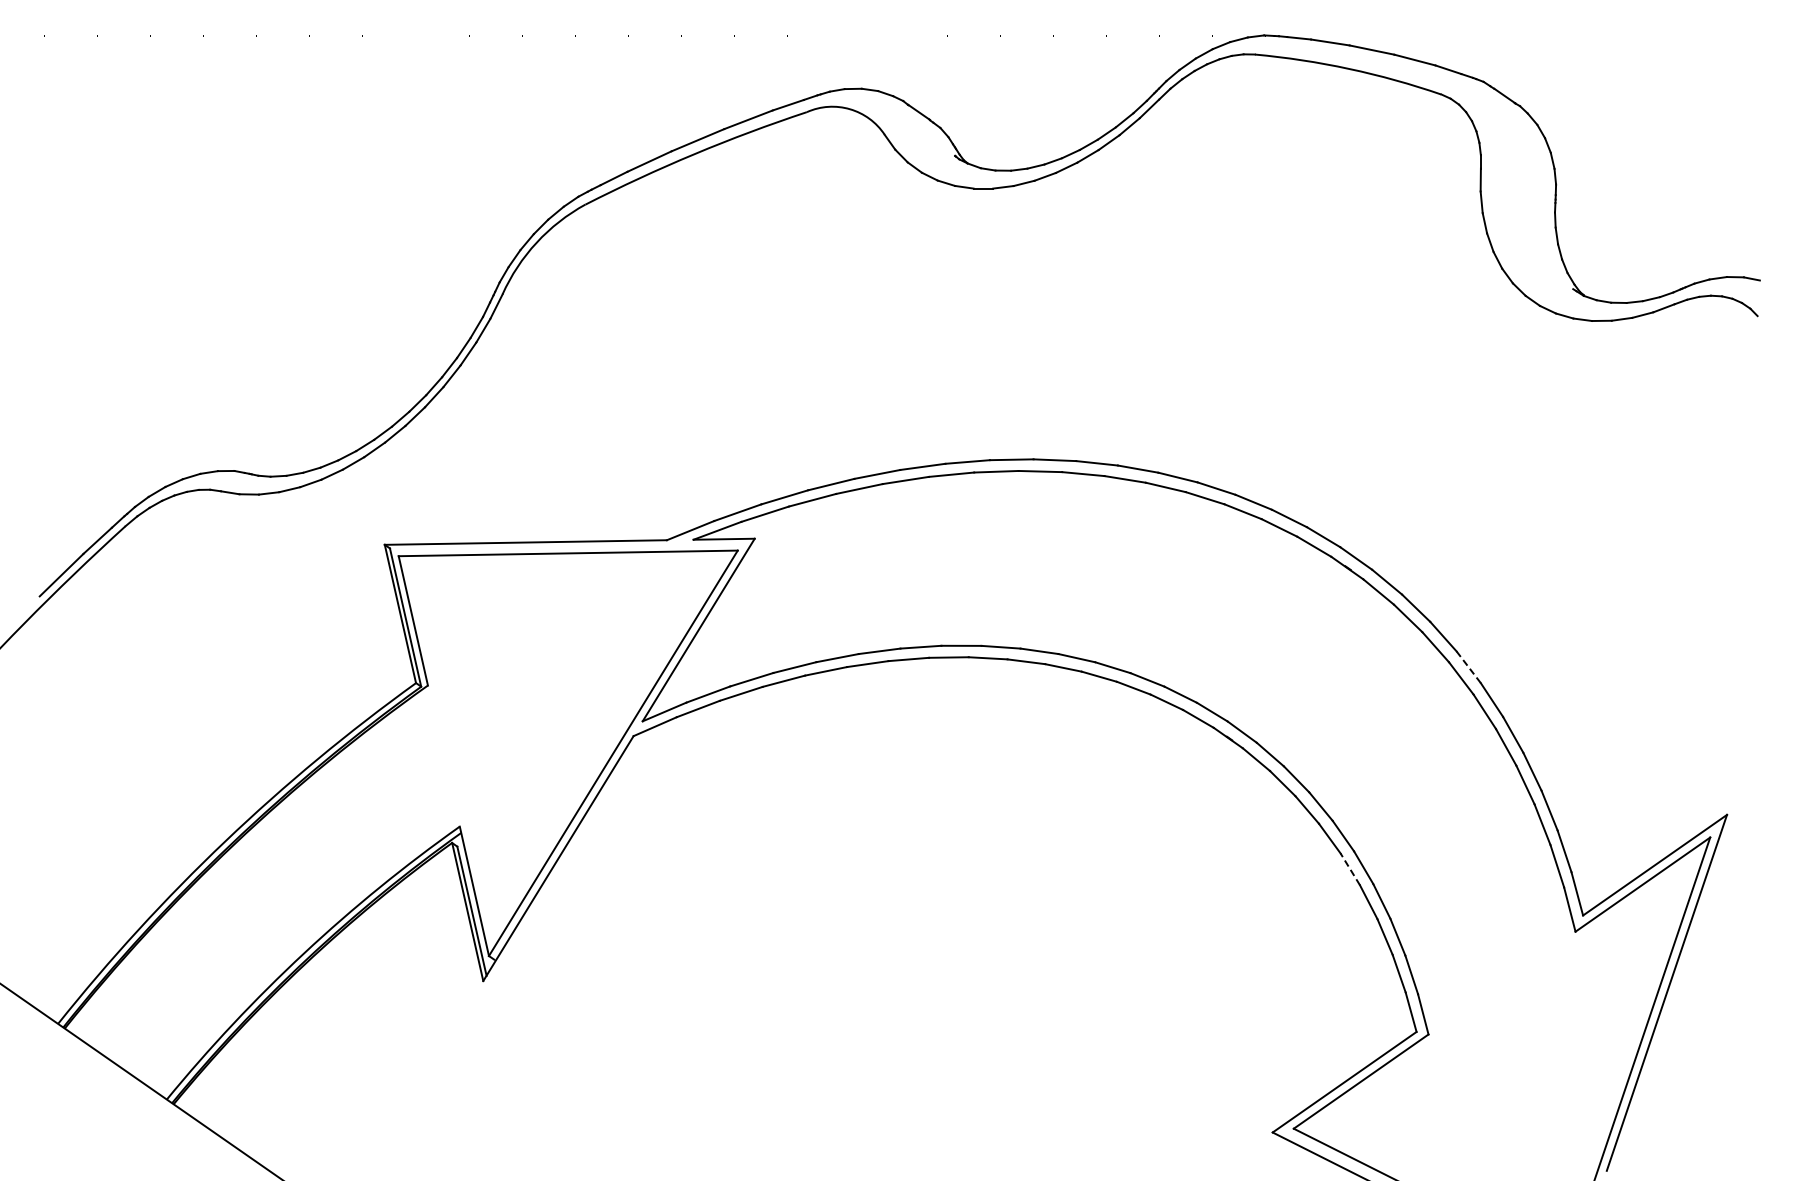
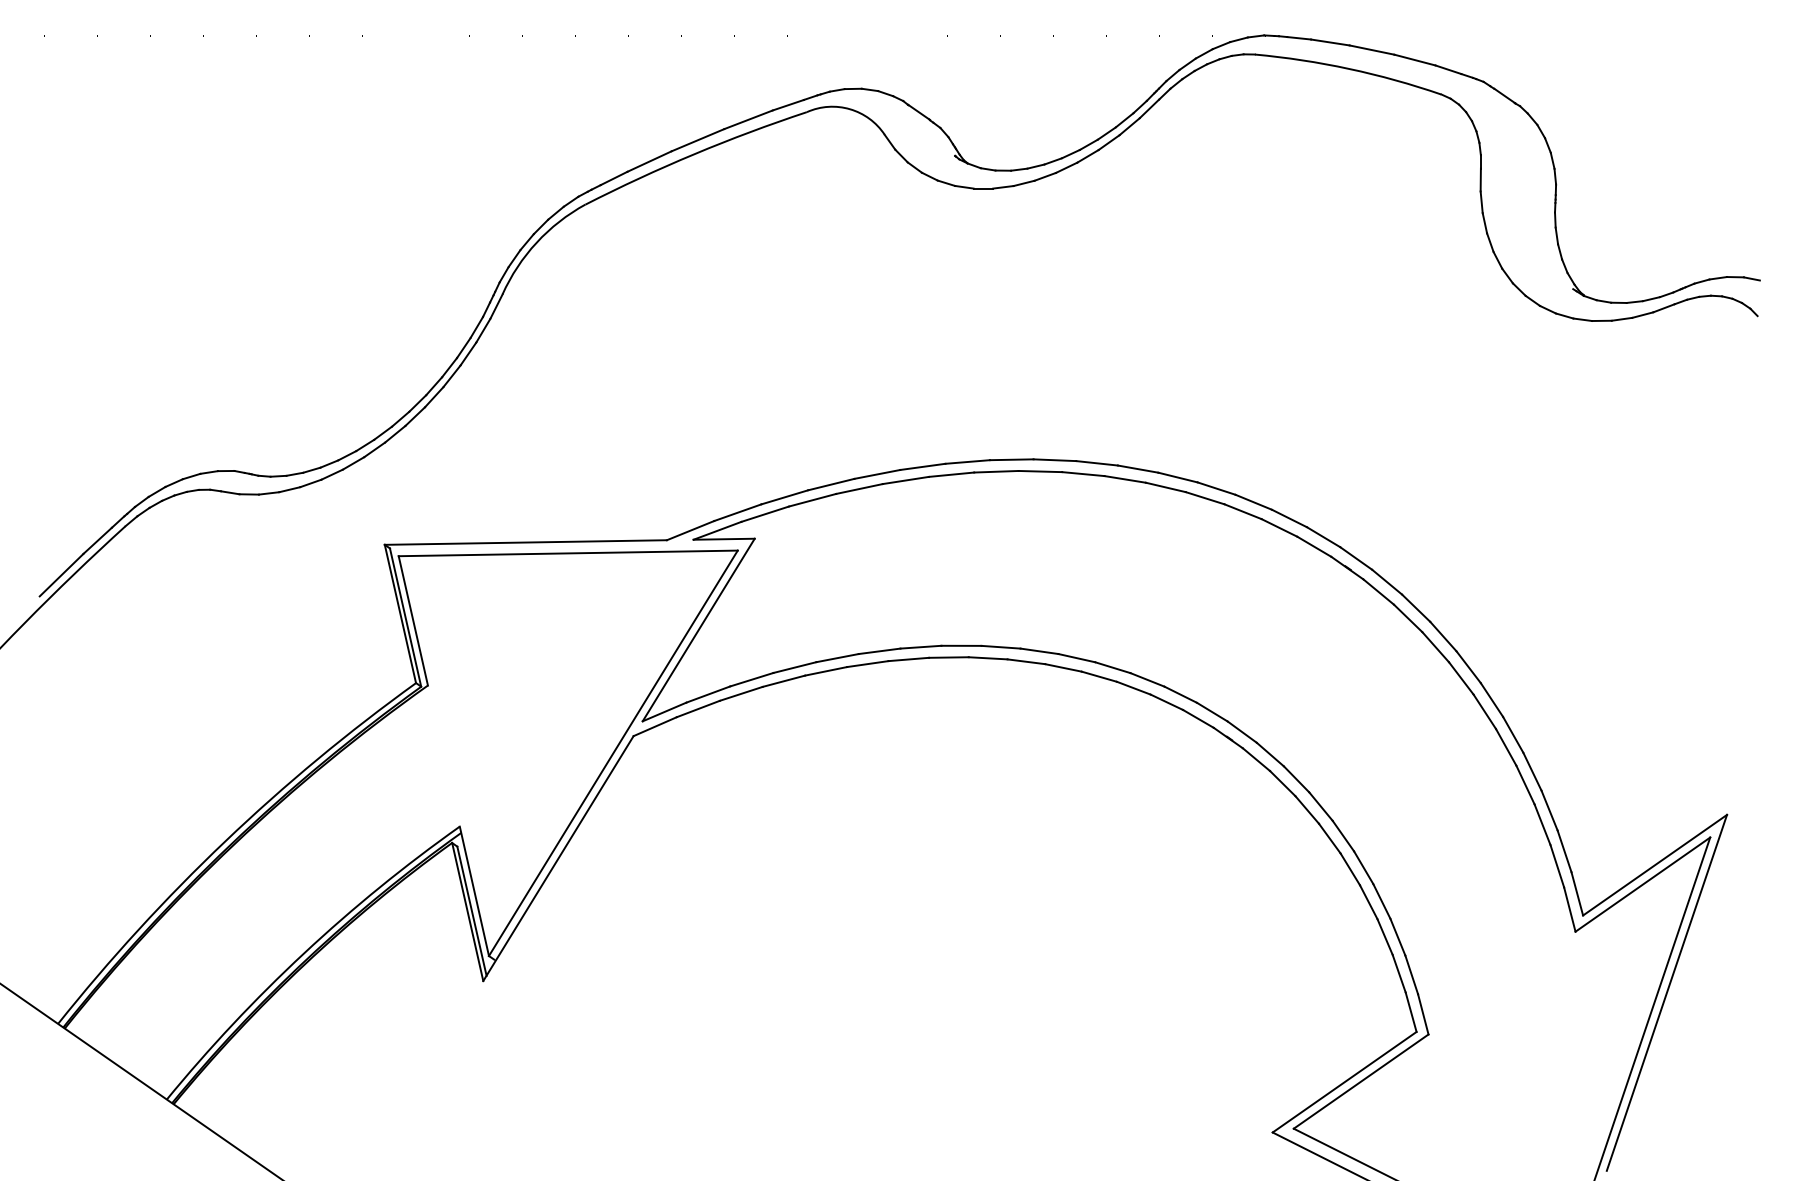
line at (1468, 666): dashed -> solid
line at (1350, 869): dashed -> solid
